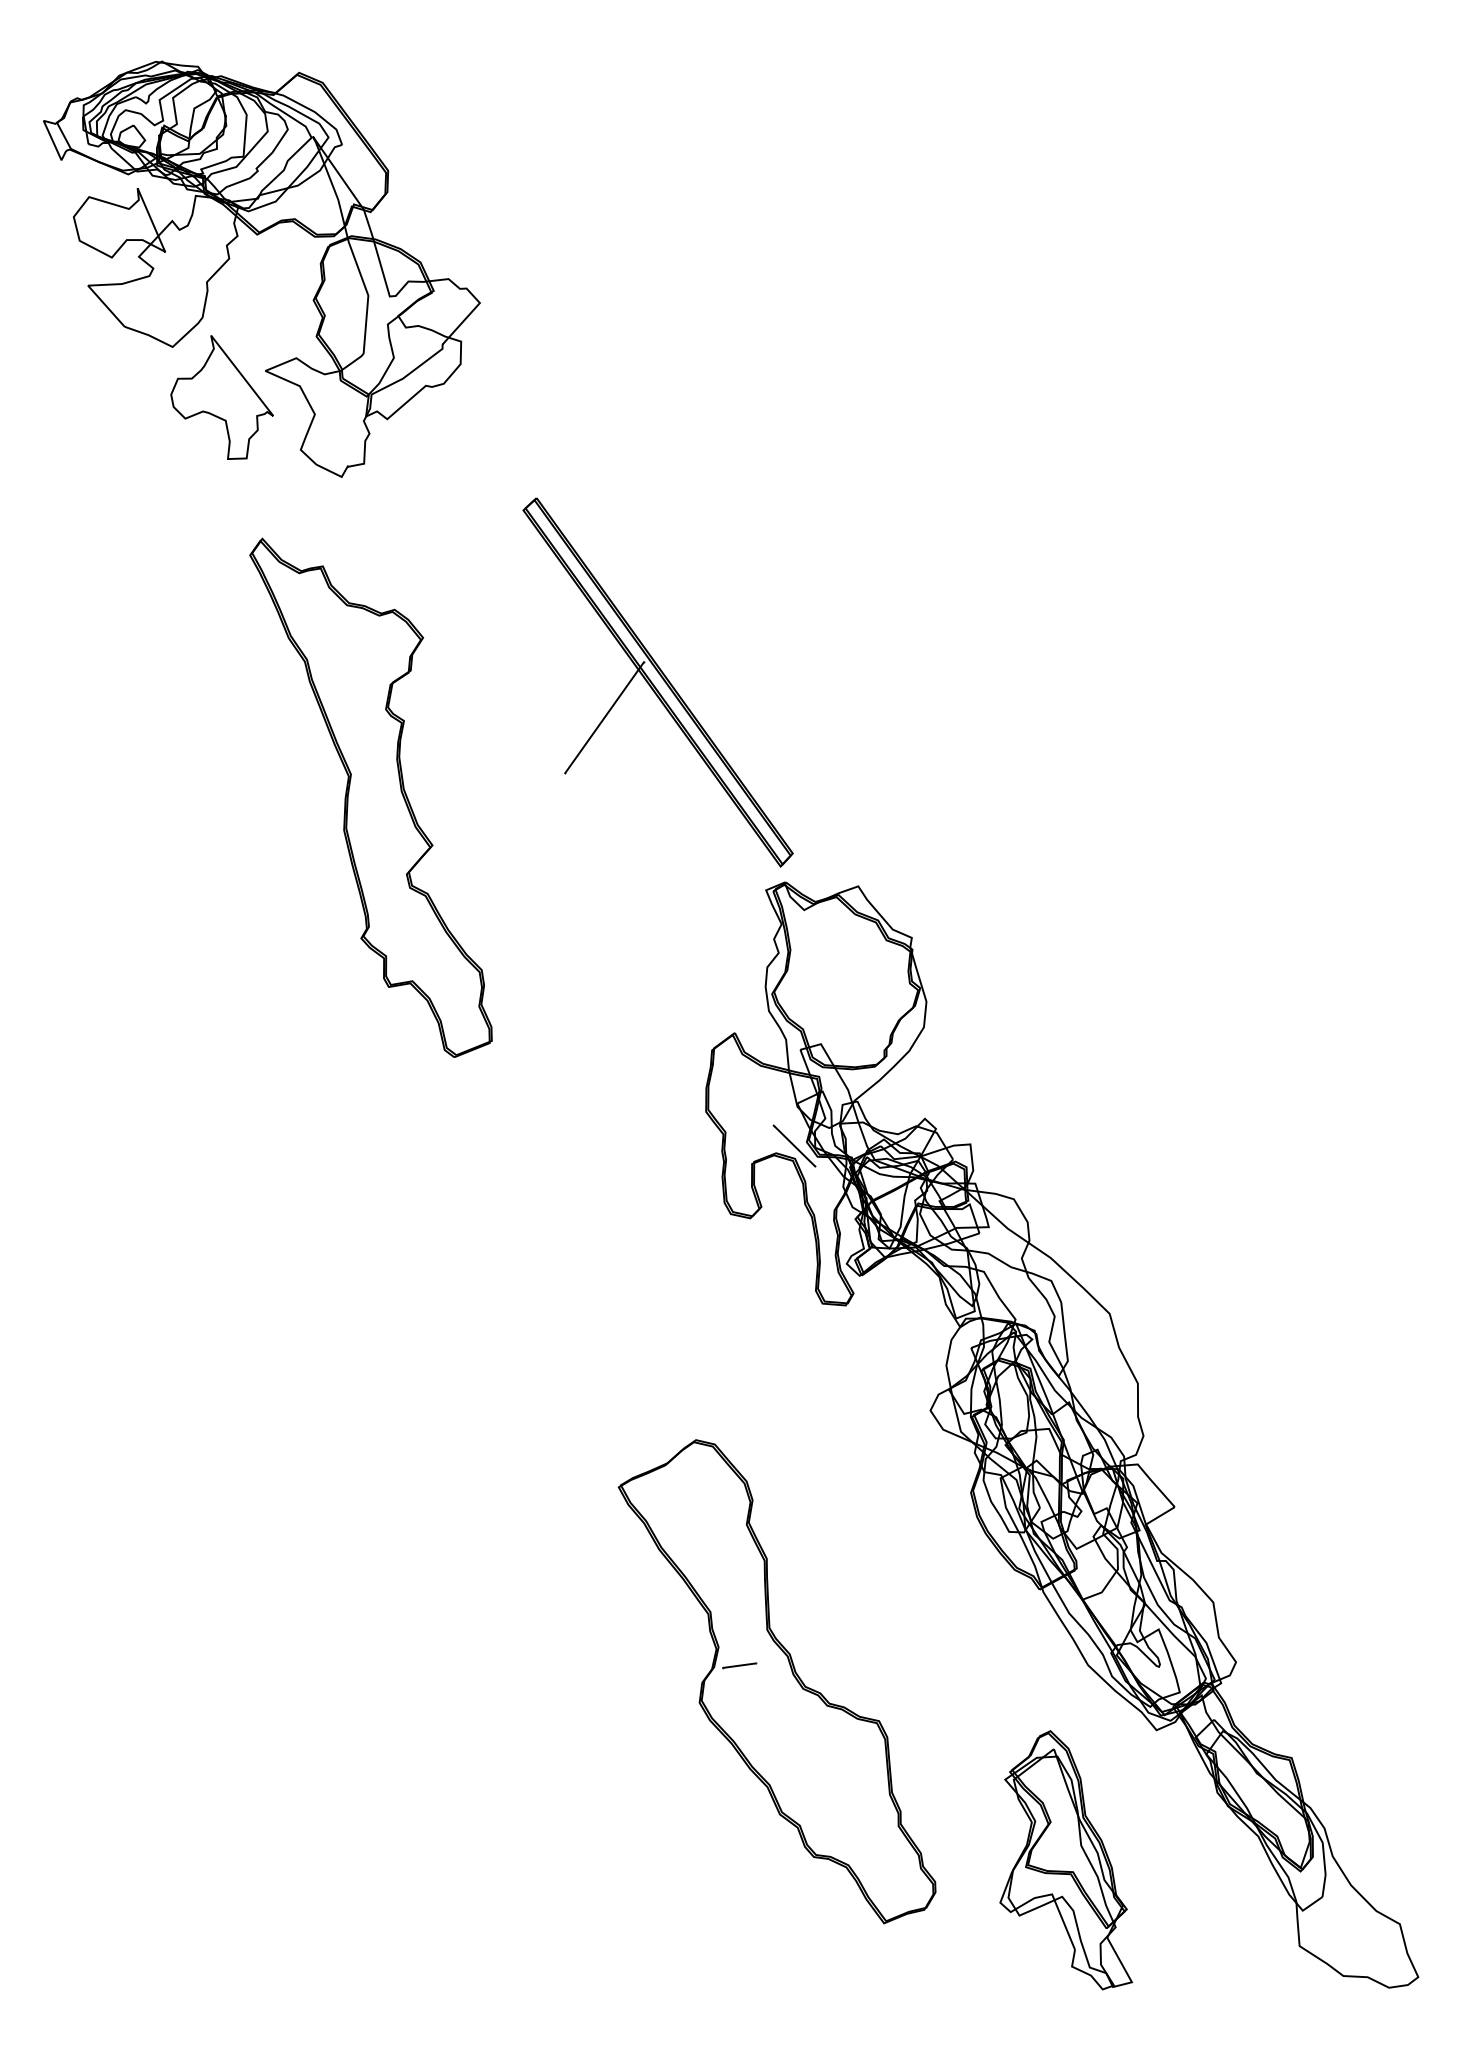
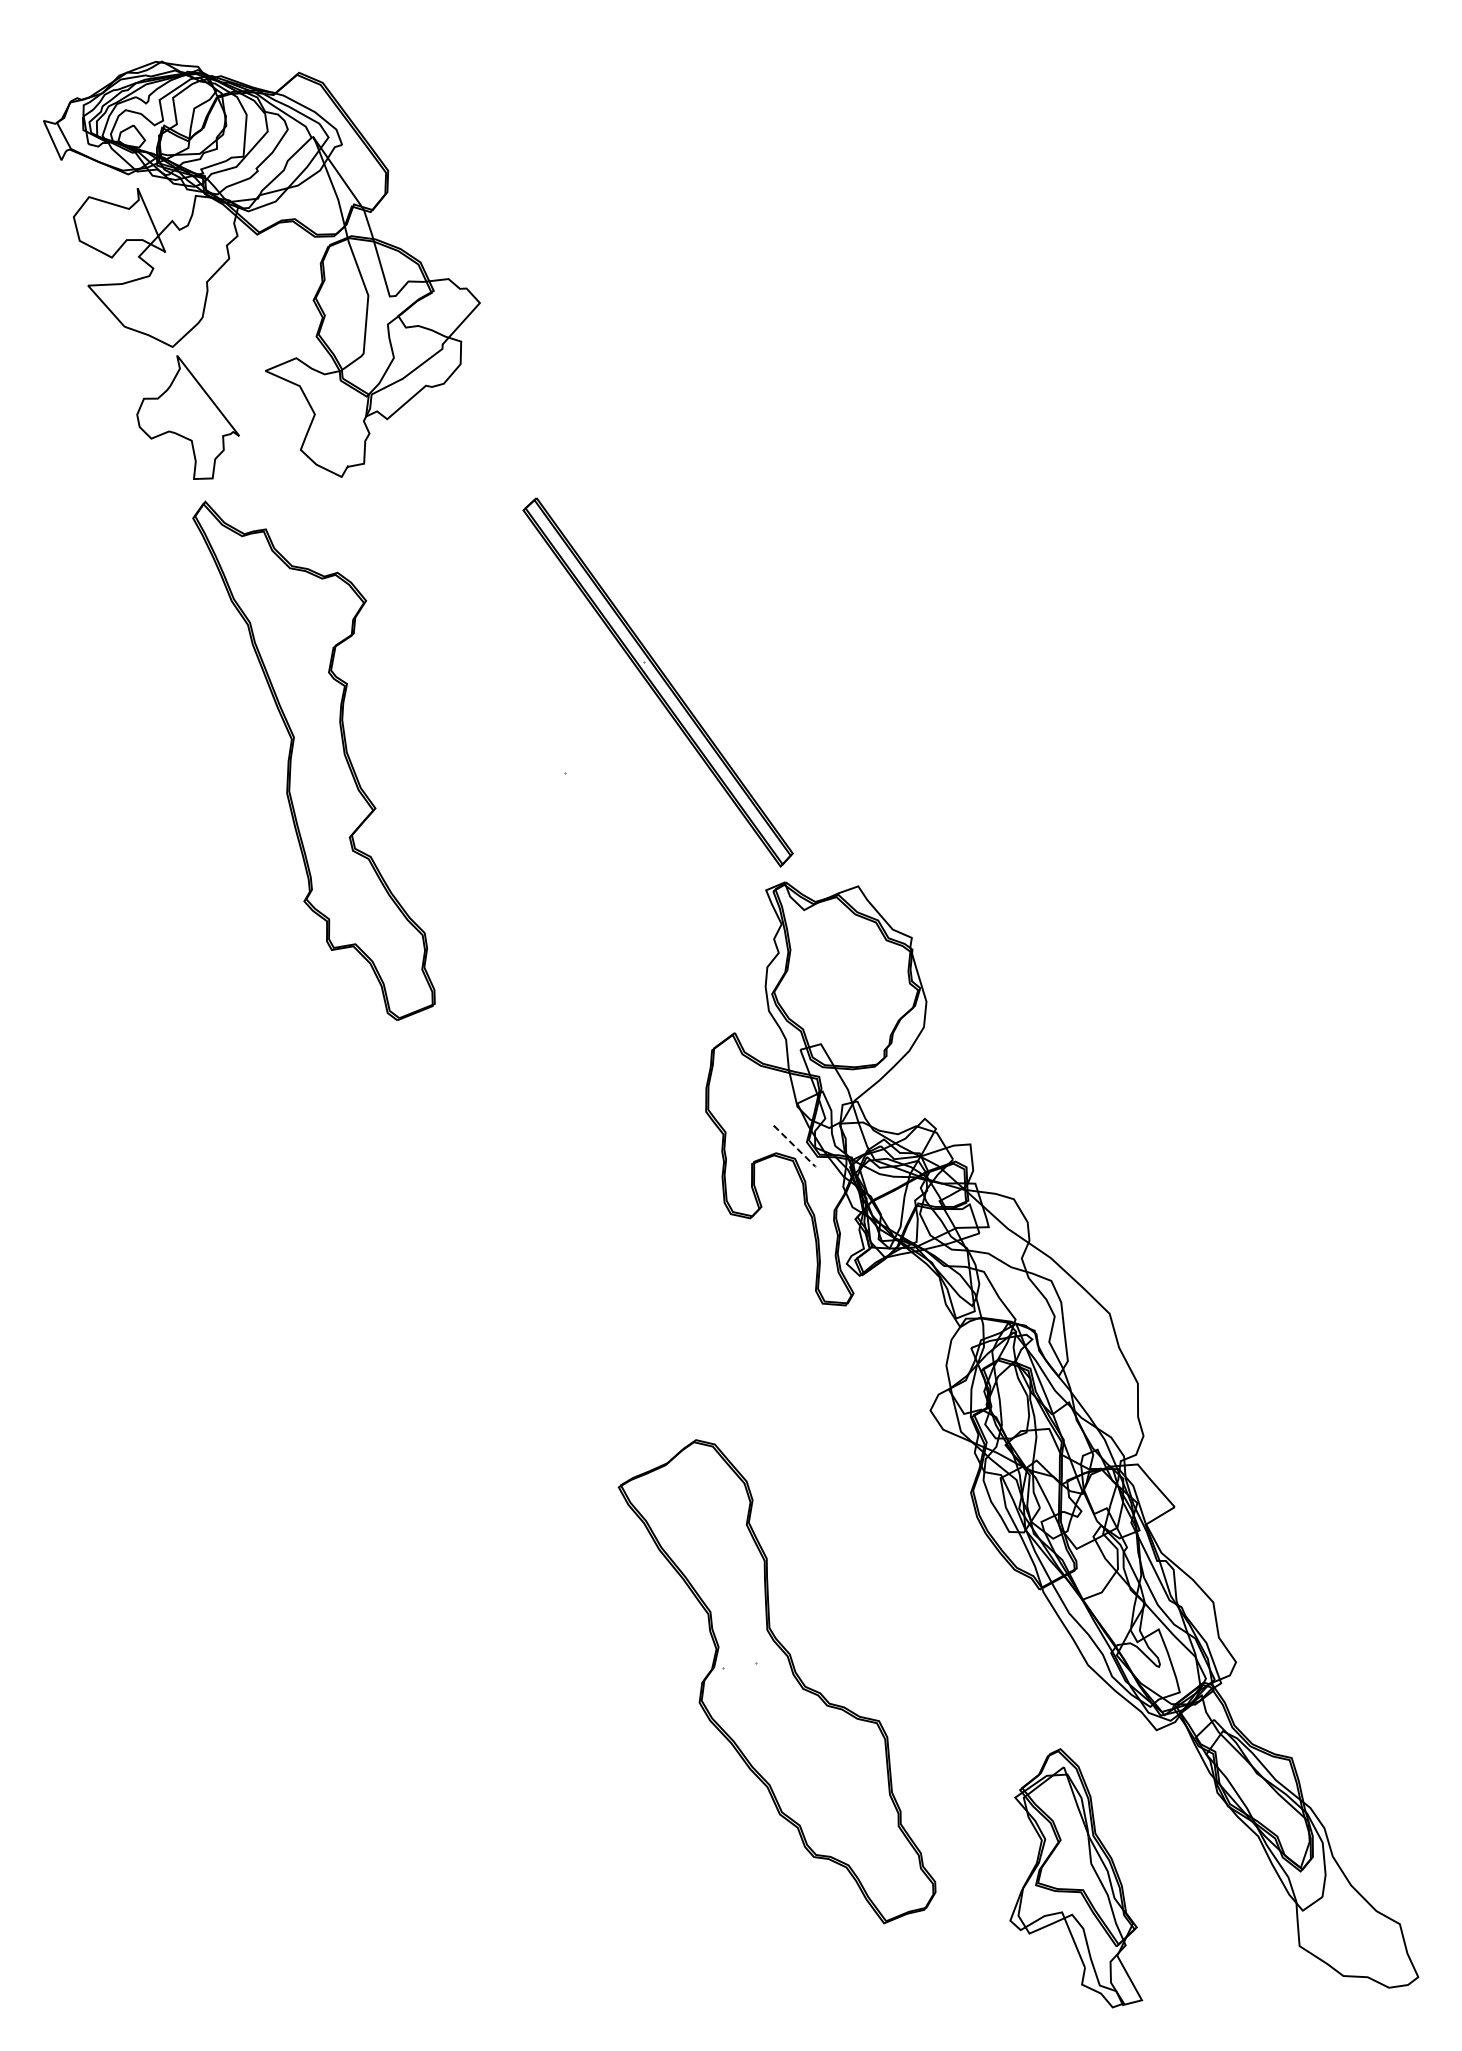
part at (221, 397) position: (221, 397) -> (187, 417)
line at (604, 717): present -> none
part at (370, 797) position: (370, 797) -> (313, 760)
line at (794, 1145): solid -> dashed
line at (739, 1665): present -> none
part at (1066, 1860) position: (1066, 1860) -> (1076, 1878)
